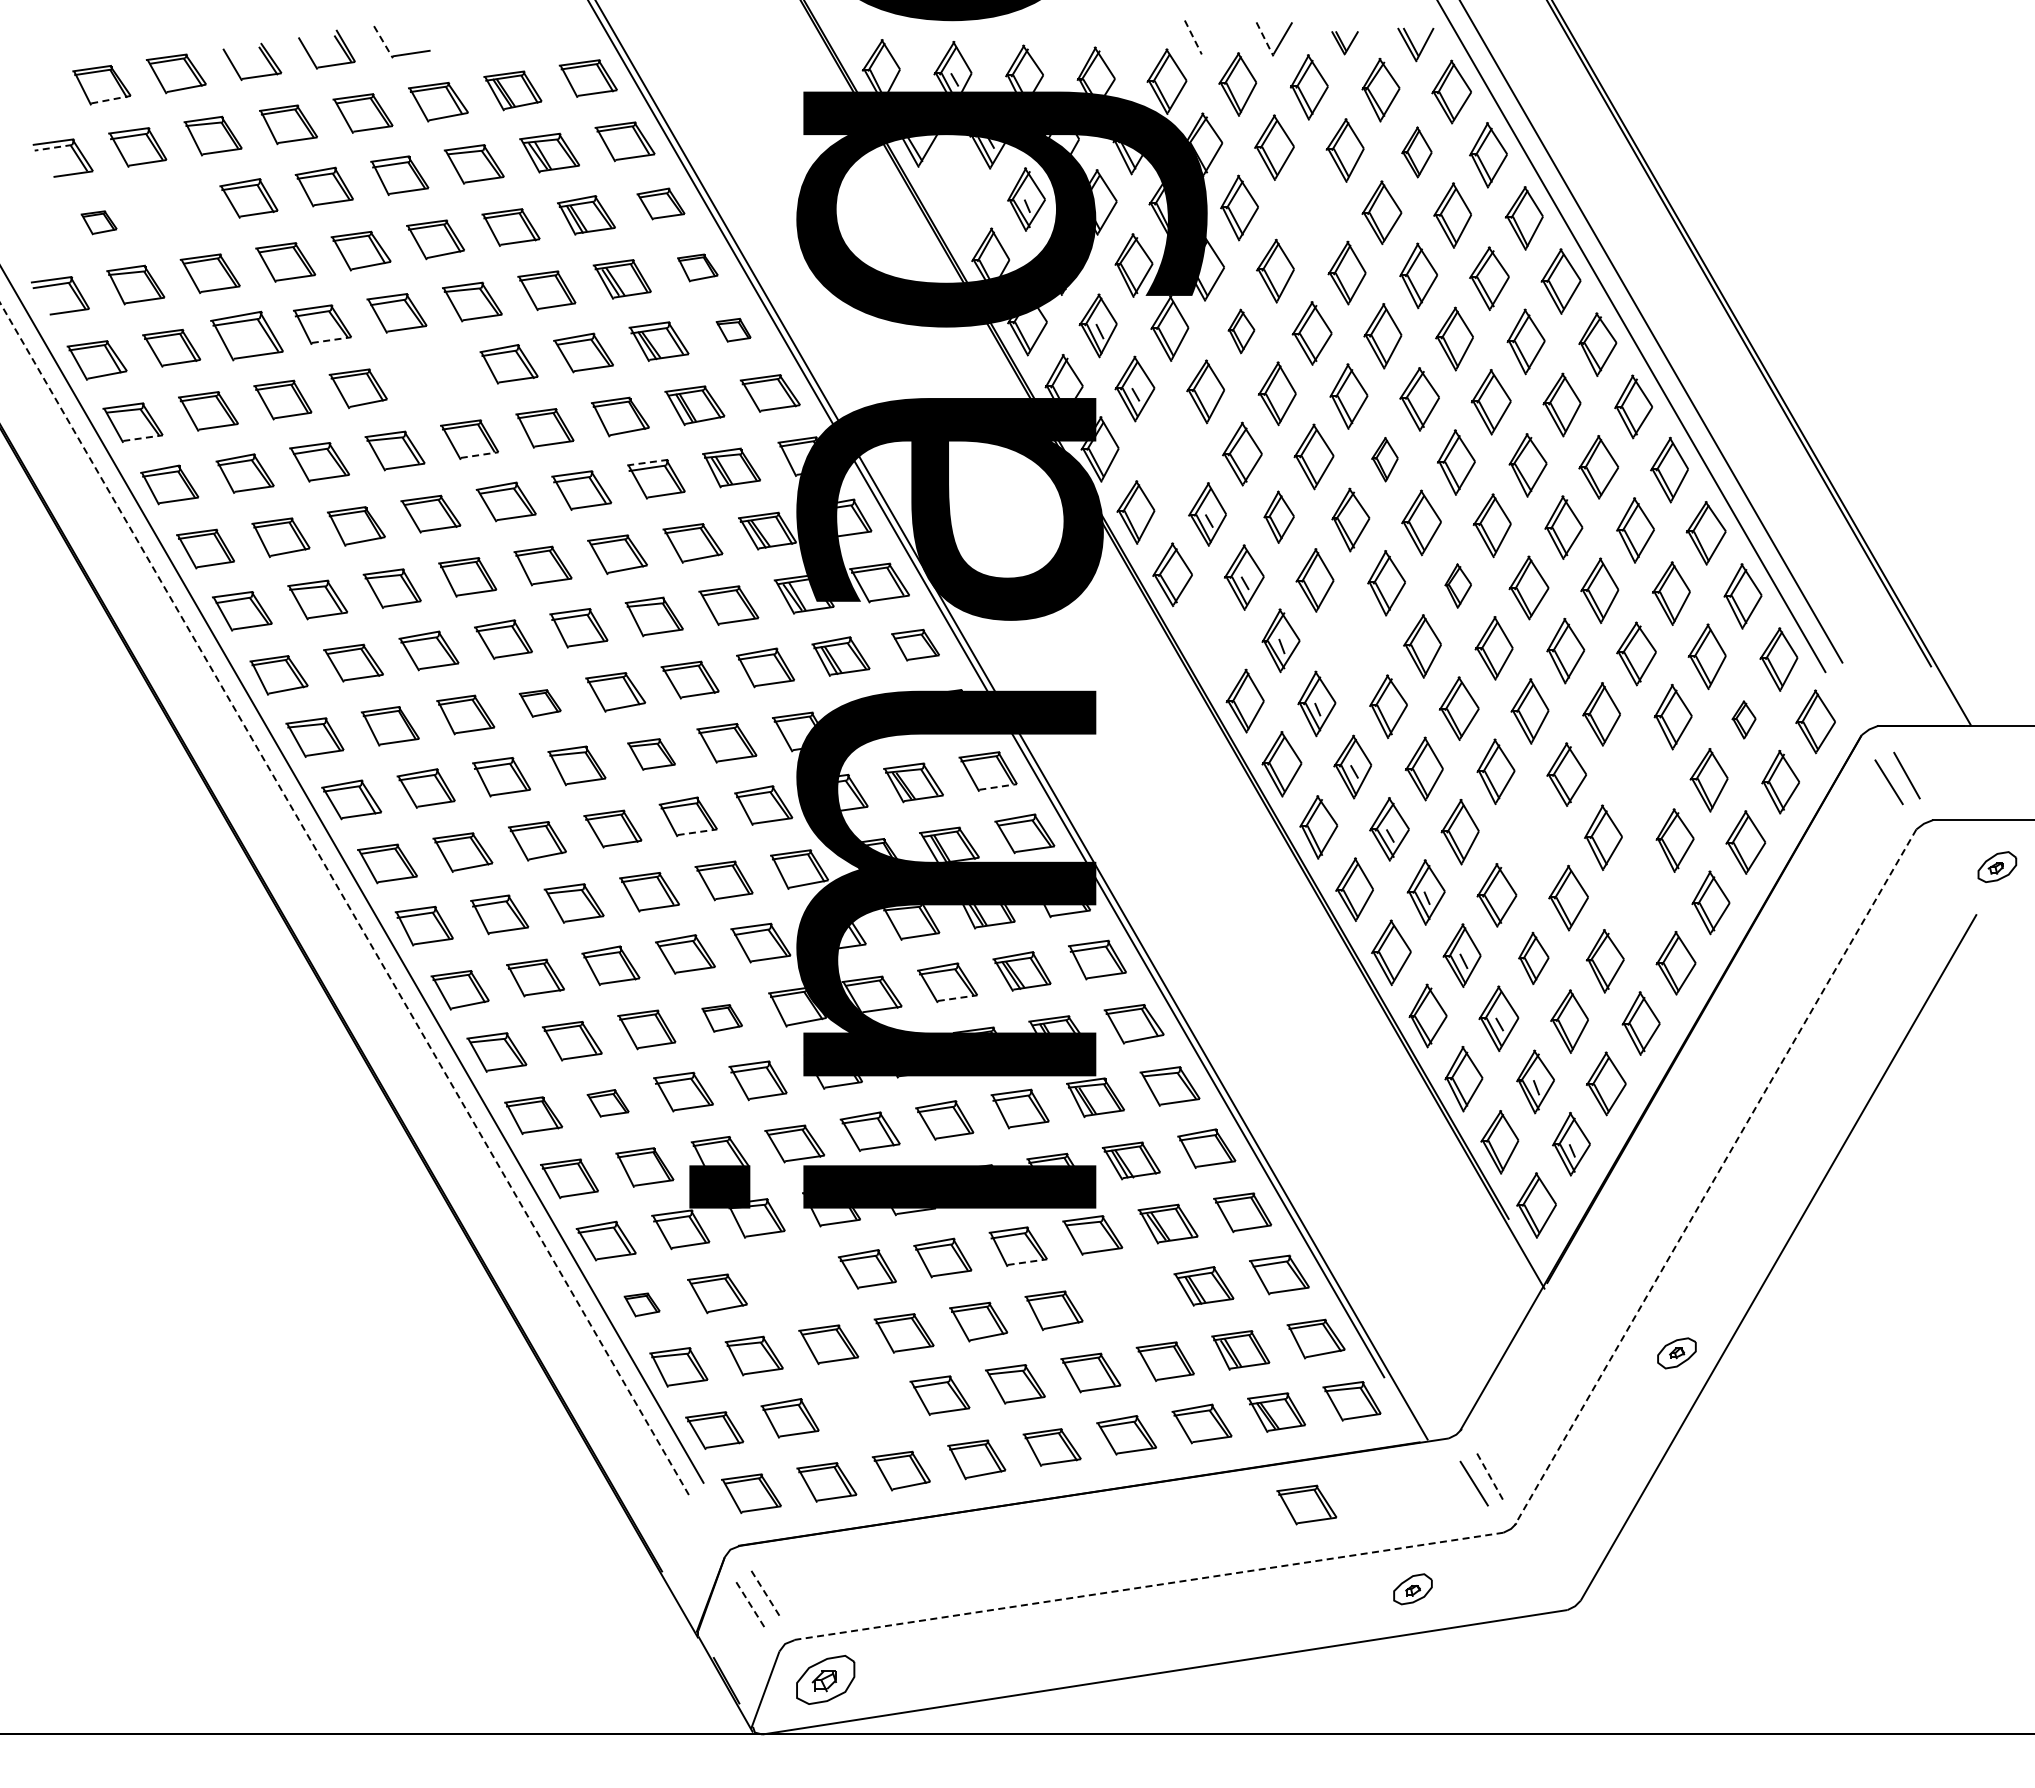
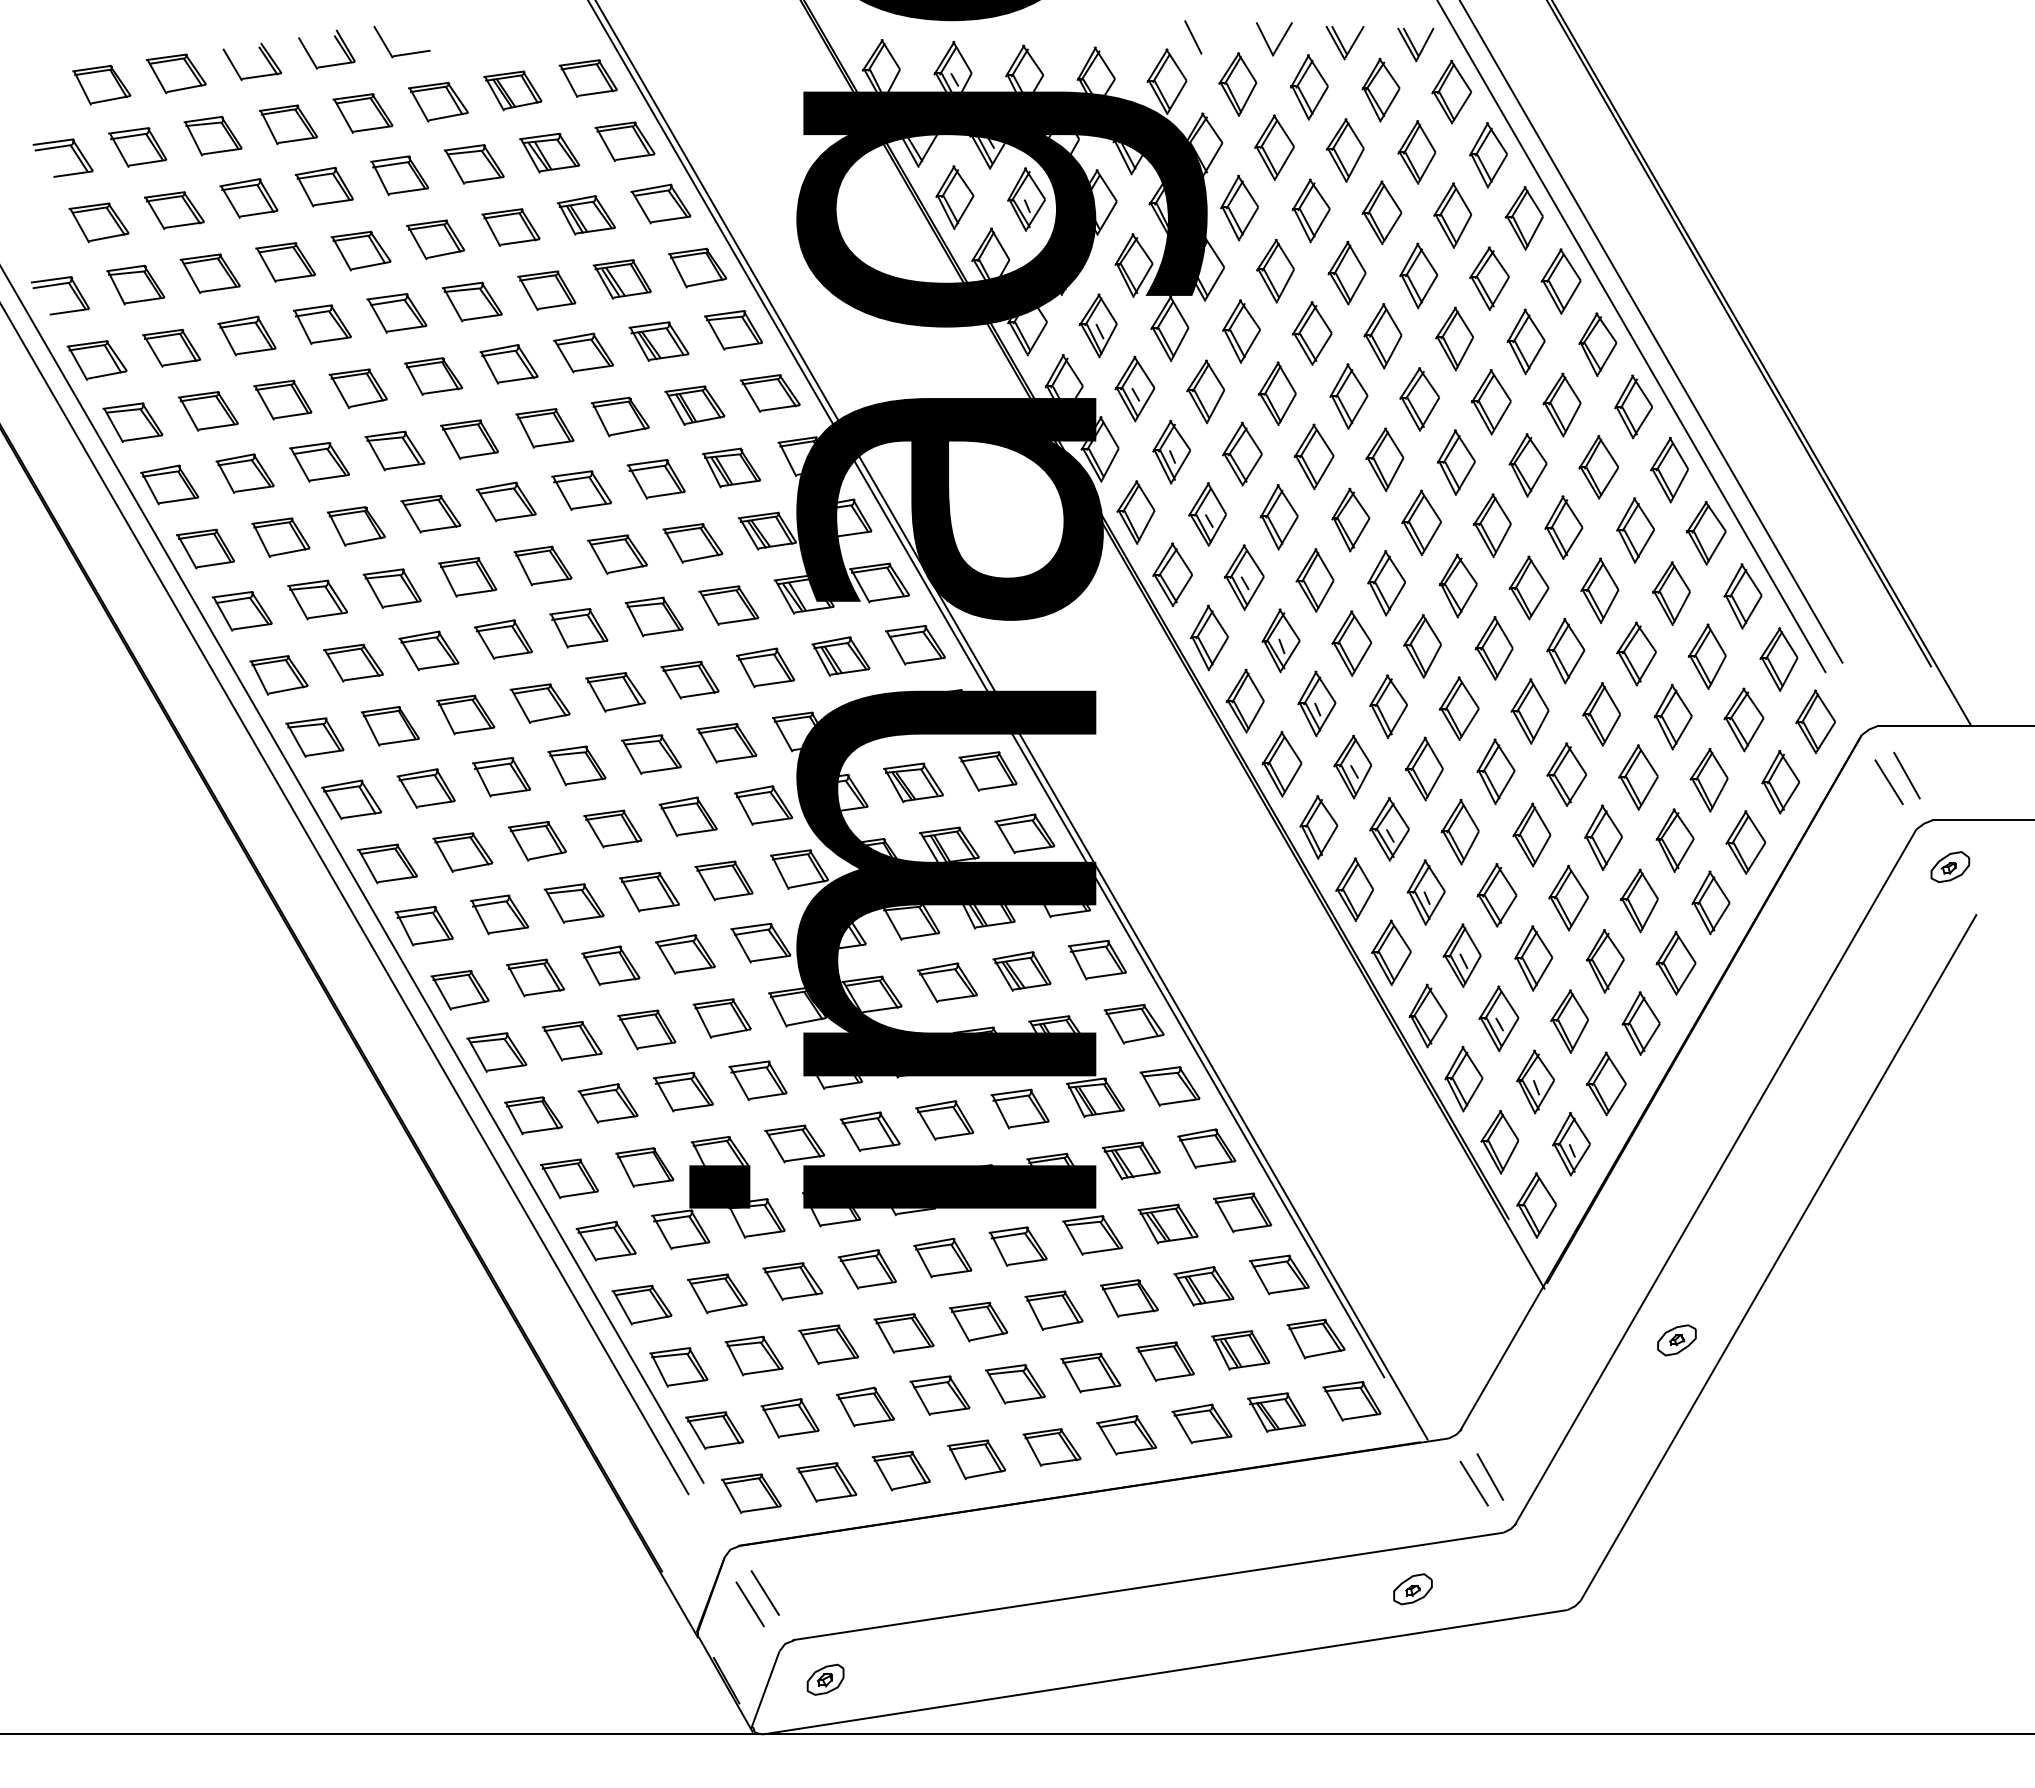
line at (1193, 37): dashed -> solid
line at (1265, 39): dashed -> solid
line at (383, 42): dashed -> solid
part at (1344, 43) size: 28x25 px -> 40x35 px
line at (111, 99): dashed -> solid
line at (53, 147): dashed -> solid
part at (1416, 152) size: 32x53 px -> 40x65 px
part at (954, 197): none -> present
part at (660, 203) size: 50x34 px -> 62x42 px
part at (174, 210): none -> present
part at (1310, 210): none -> present
part at (98, 222) size: 38x26 px -> 62x42 px
part at (697, 267) size: 42x30 px -> 60x42 px
part at (733, 330) size: 37x25 px -> 59x41 px
part at (1241, 331) size: 29x47 px -> 39x65 px
part at (246, 335) size: 74x52 px -> 60x42 px
line at (331, 340): dashed -> solid
part at (433, 376): none -> present
line at (143, 438): dashed -> solid
part at (1171, 451): none -> present
line at (480, 455): dashed -> solid
part at (1384, 459) size: 28x46 px -> 40x65 px
line at (647, 462): dashed -> solid
part at (1278, 516) size: 32x54 px -> 40x67 px
part at (1457, 585) size: 28x46 px -> 40x66 px
part at (1208, 637): none -> present
part at (1351, 643): none -> present
part at (915, 644) size: 49x34 px -> 61x41 px
part at (539, 703) size: 44x29 px -> 62x41 px
part at (1743, 719) size: 26x40 px -> 42x66 px
part at (651, 754) size: 49x33 px -> 61x41 px
part at (1638, 777): none -> present
line at (998, 786): dashed -> solid
line at (697, 832): dashed -> solid
part at (1531, 834): none -> present
part at (1997, 866) position: (1997, 866) -> (1950, 866)
line at (344, 898): dashed -> solid
part at (1638, 900): none -> present
part at (1533, 957) size: 32x54 px -> 40x67 px
line at (957, 998): dashed -> solid
part at (721, 1018) size: 42x29 px -> 60x41 px
part at (607, 1103) size: 44x29 px -> 62x41 px
line at (1715, 1177): dashed -> solid
line at (1027, 1262): dashed -> solid
part at (792, 1281): none -> present
part at (1129, 1298): none -> present
part at (641, 1304) size: 38x26 px -> 62x42 px
part at (1676, 1353) position: (1676, 1353) -> (1676, 1340)
part at (865, 1406): none -> present
line at (1490, 1477): dashed -> solid
part at (1306, 1504): present -> none
line at (1147, 1586): dashed -> solid
line at (765, 1593): dashed -> solid
line at (750, 1604): dashed -> solid
part at (825, 1679) size: 60x50 px -> 39x33 px
